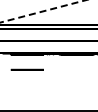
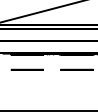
line at (43, 11): dashed -> solid
circle at (76, 69): none -> present
